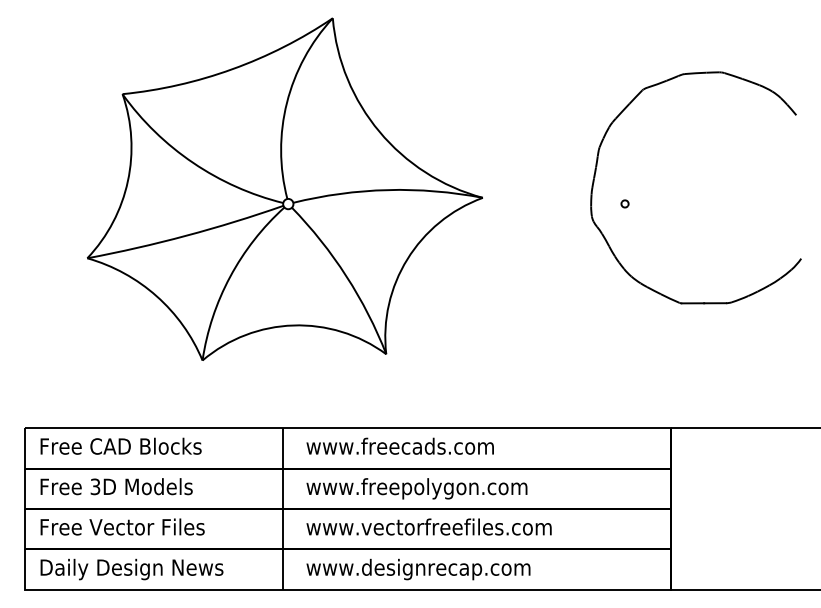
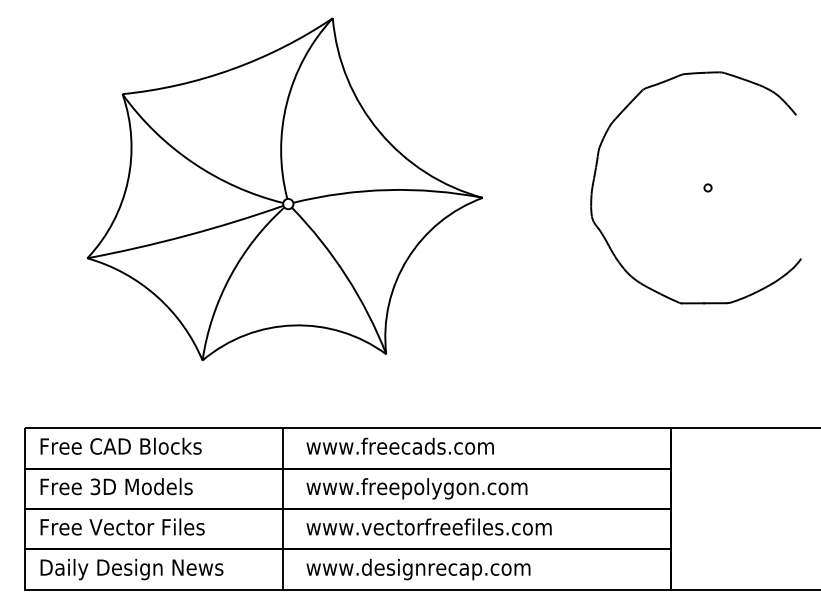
part at (624, 203) position: (624, 203) -> (707, 187)
